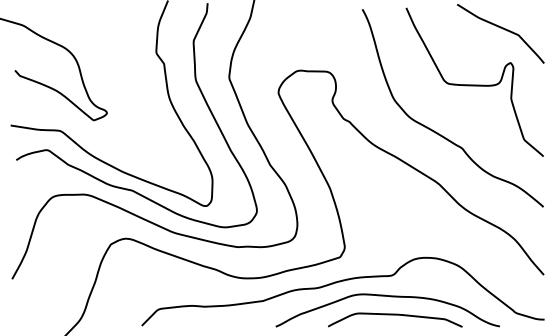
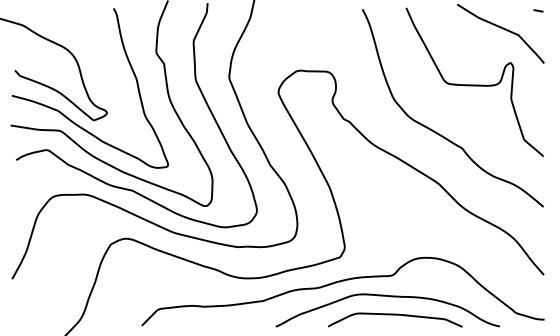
line at (538, 10): none -> present
curve at (67, 116): none -> present
